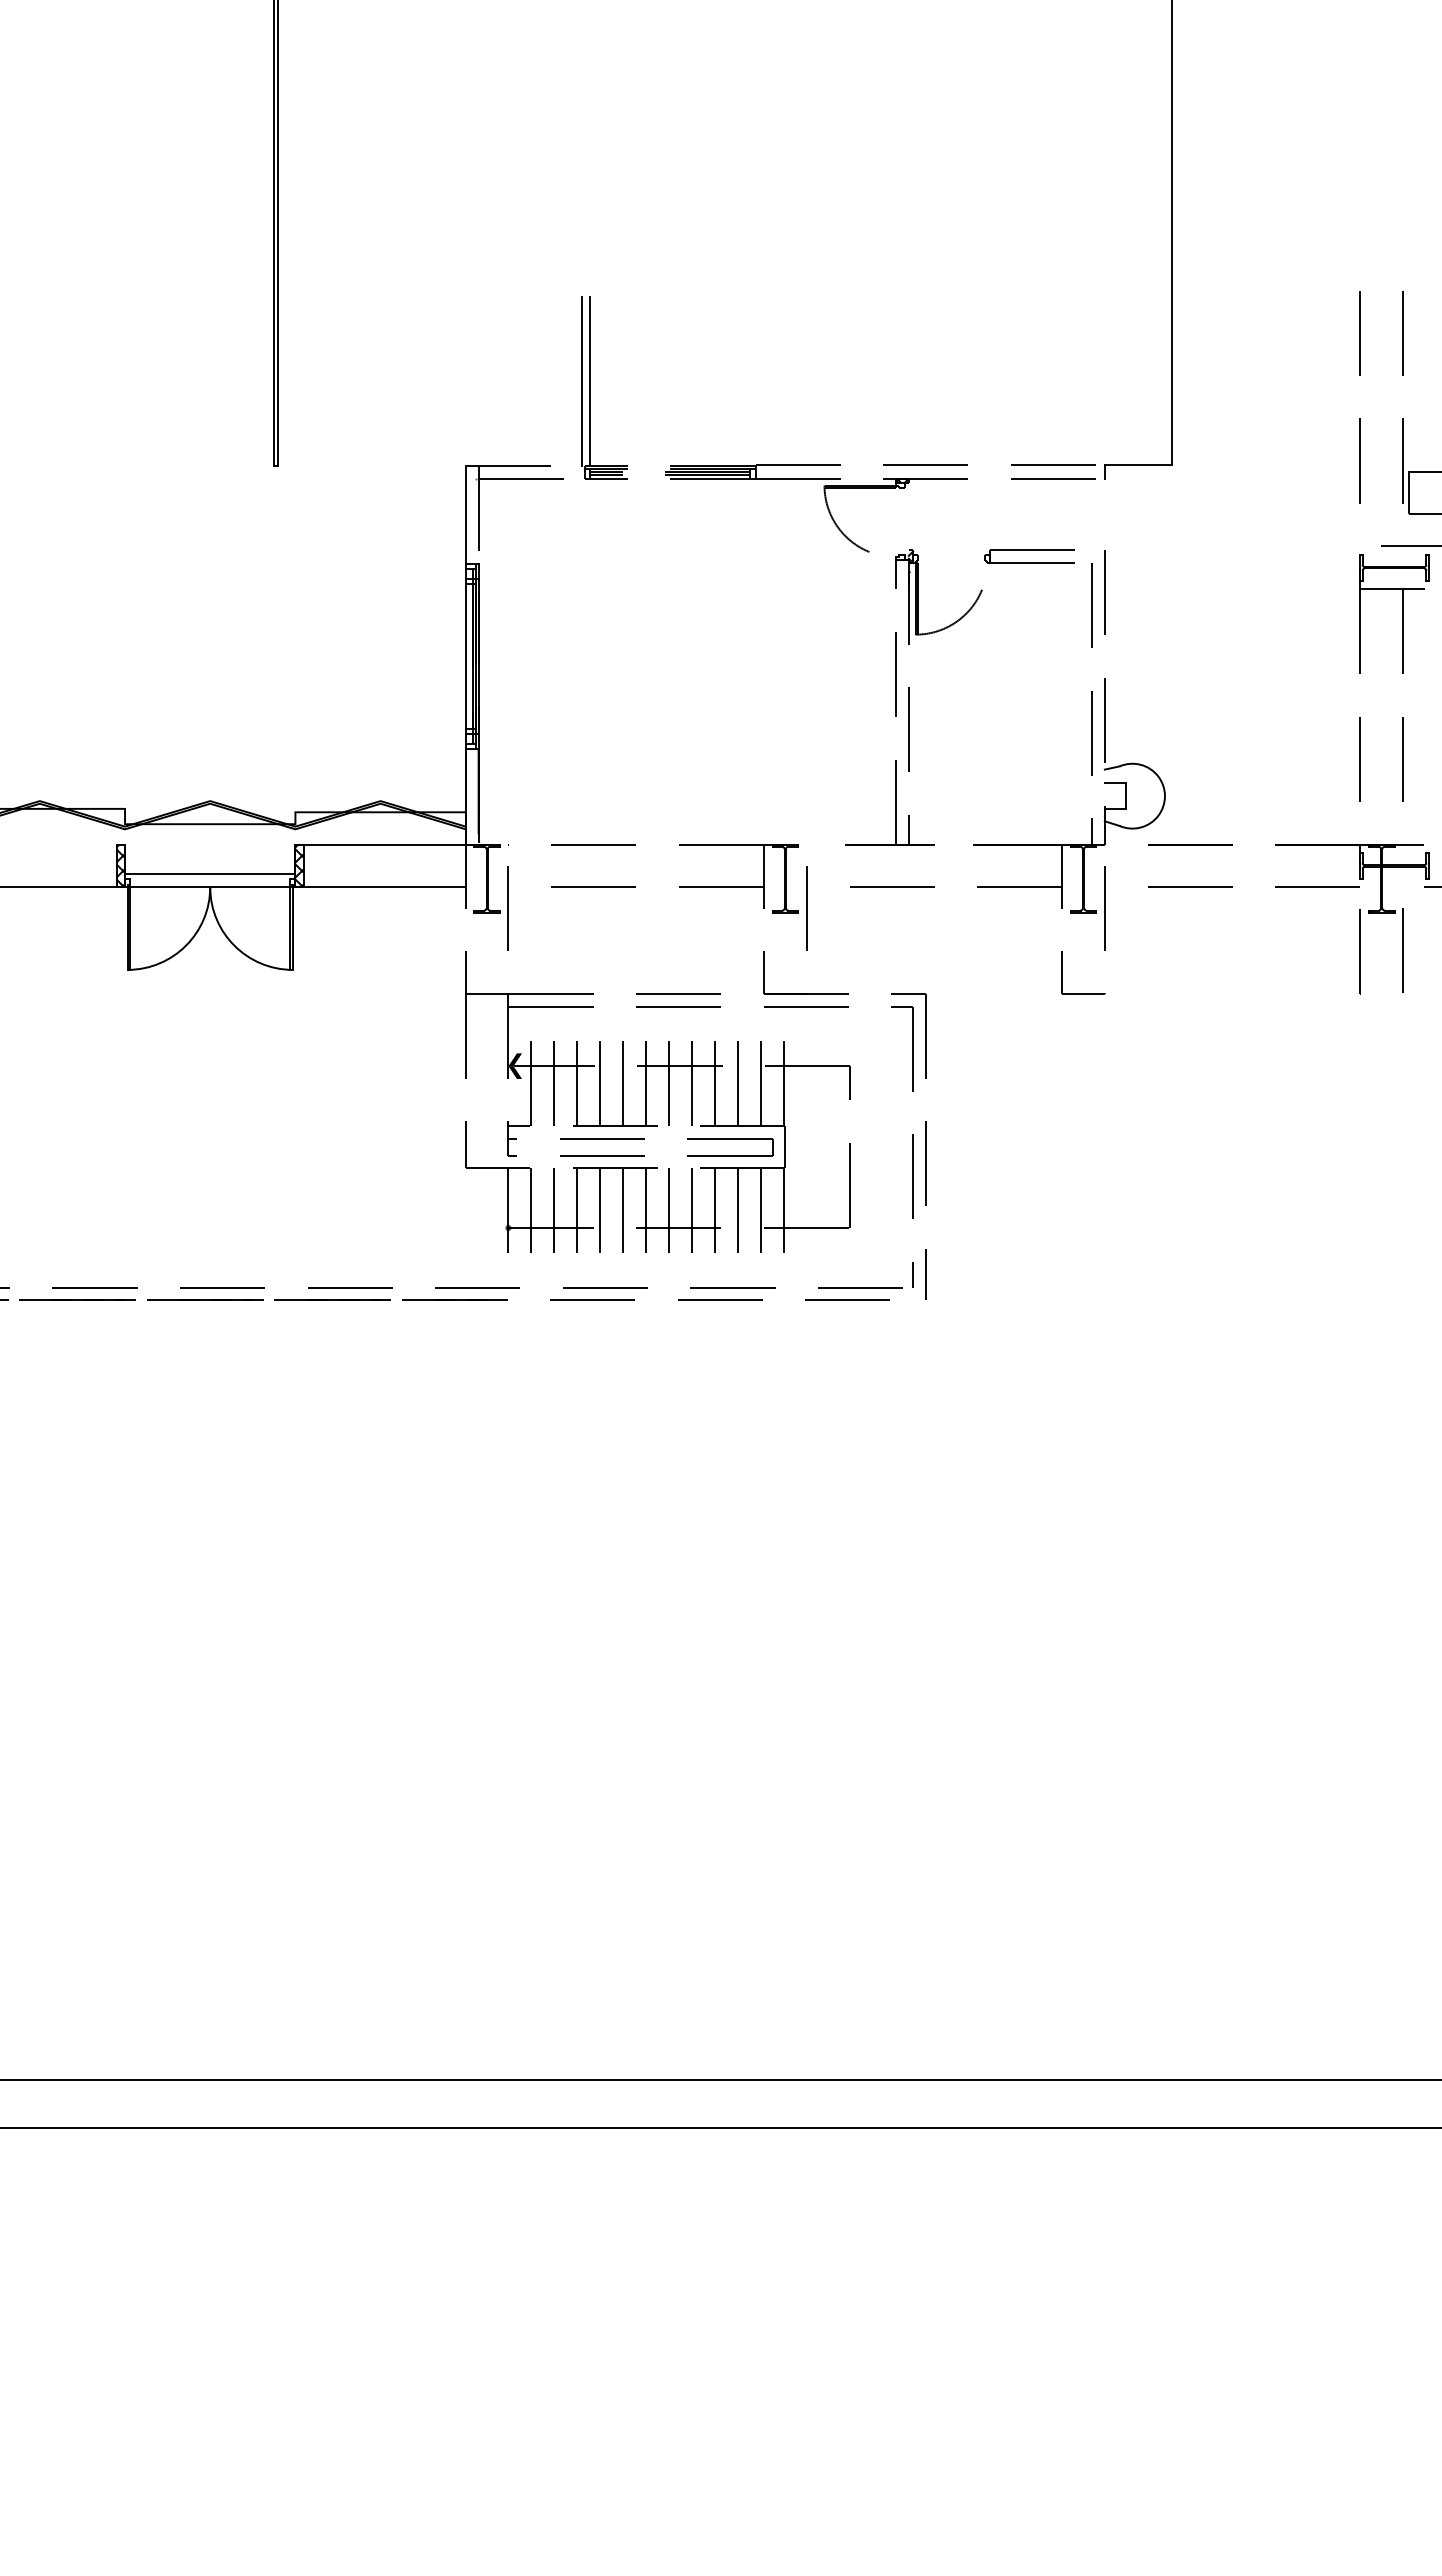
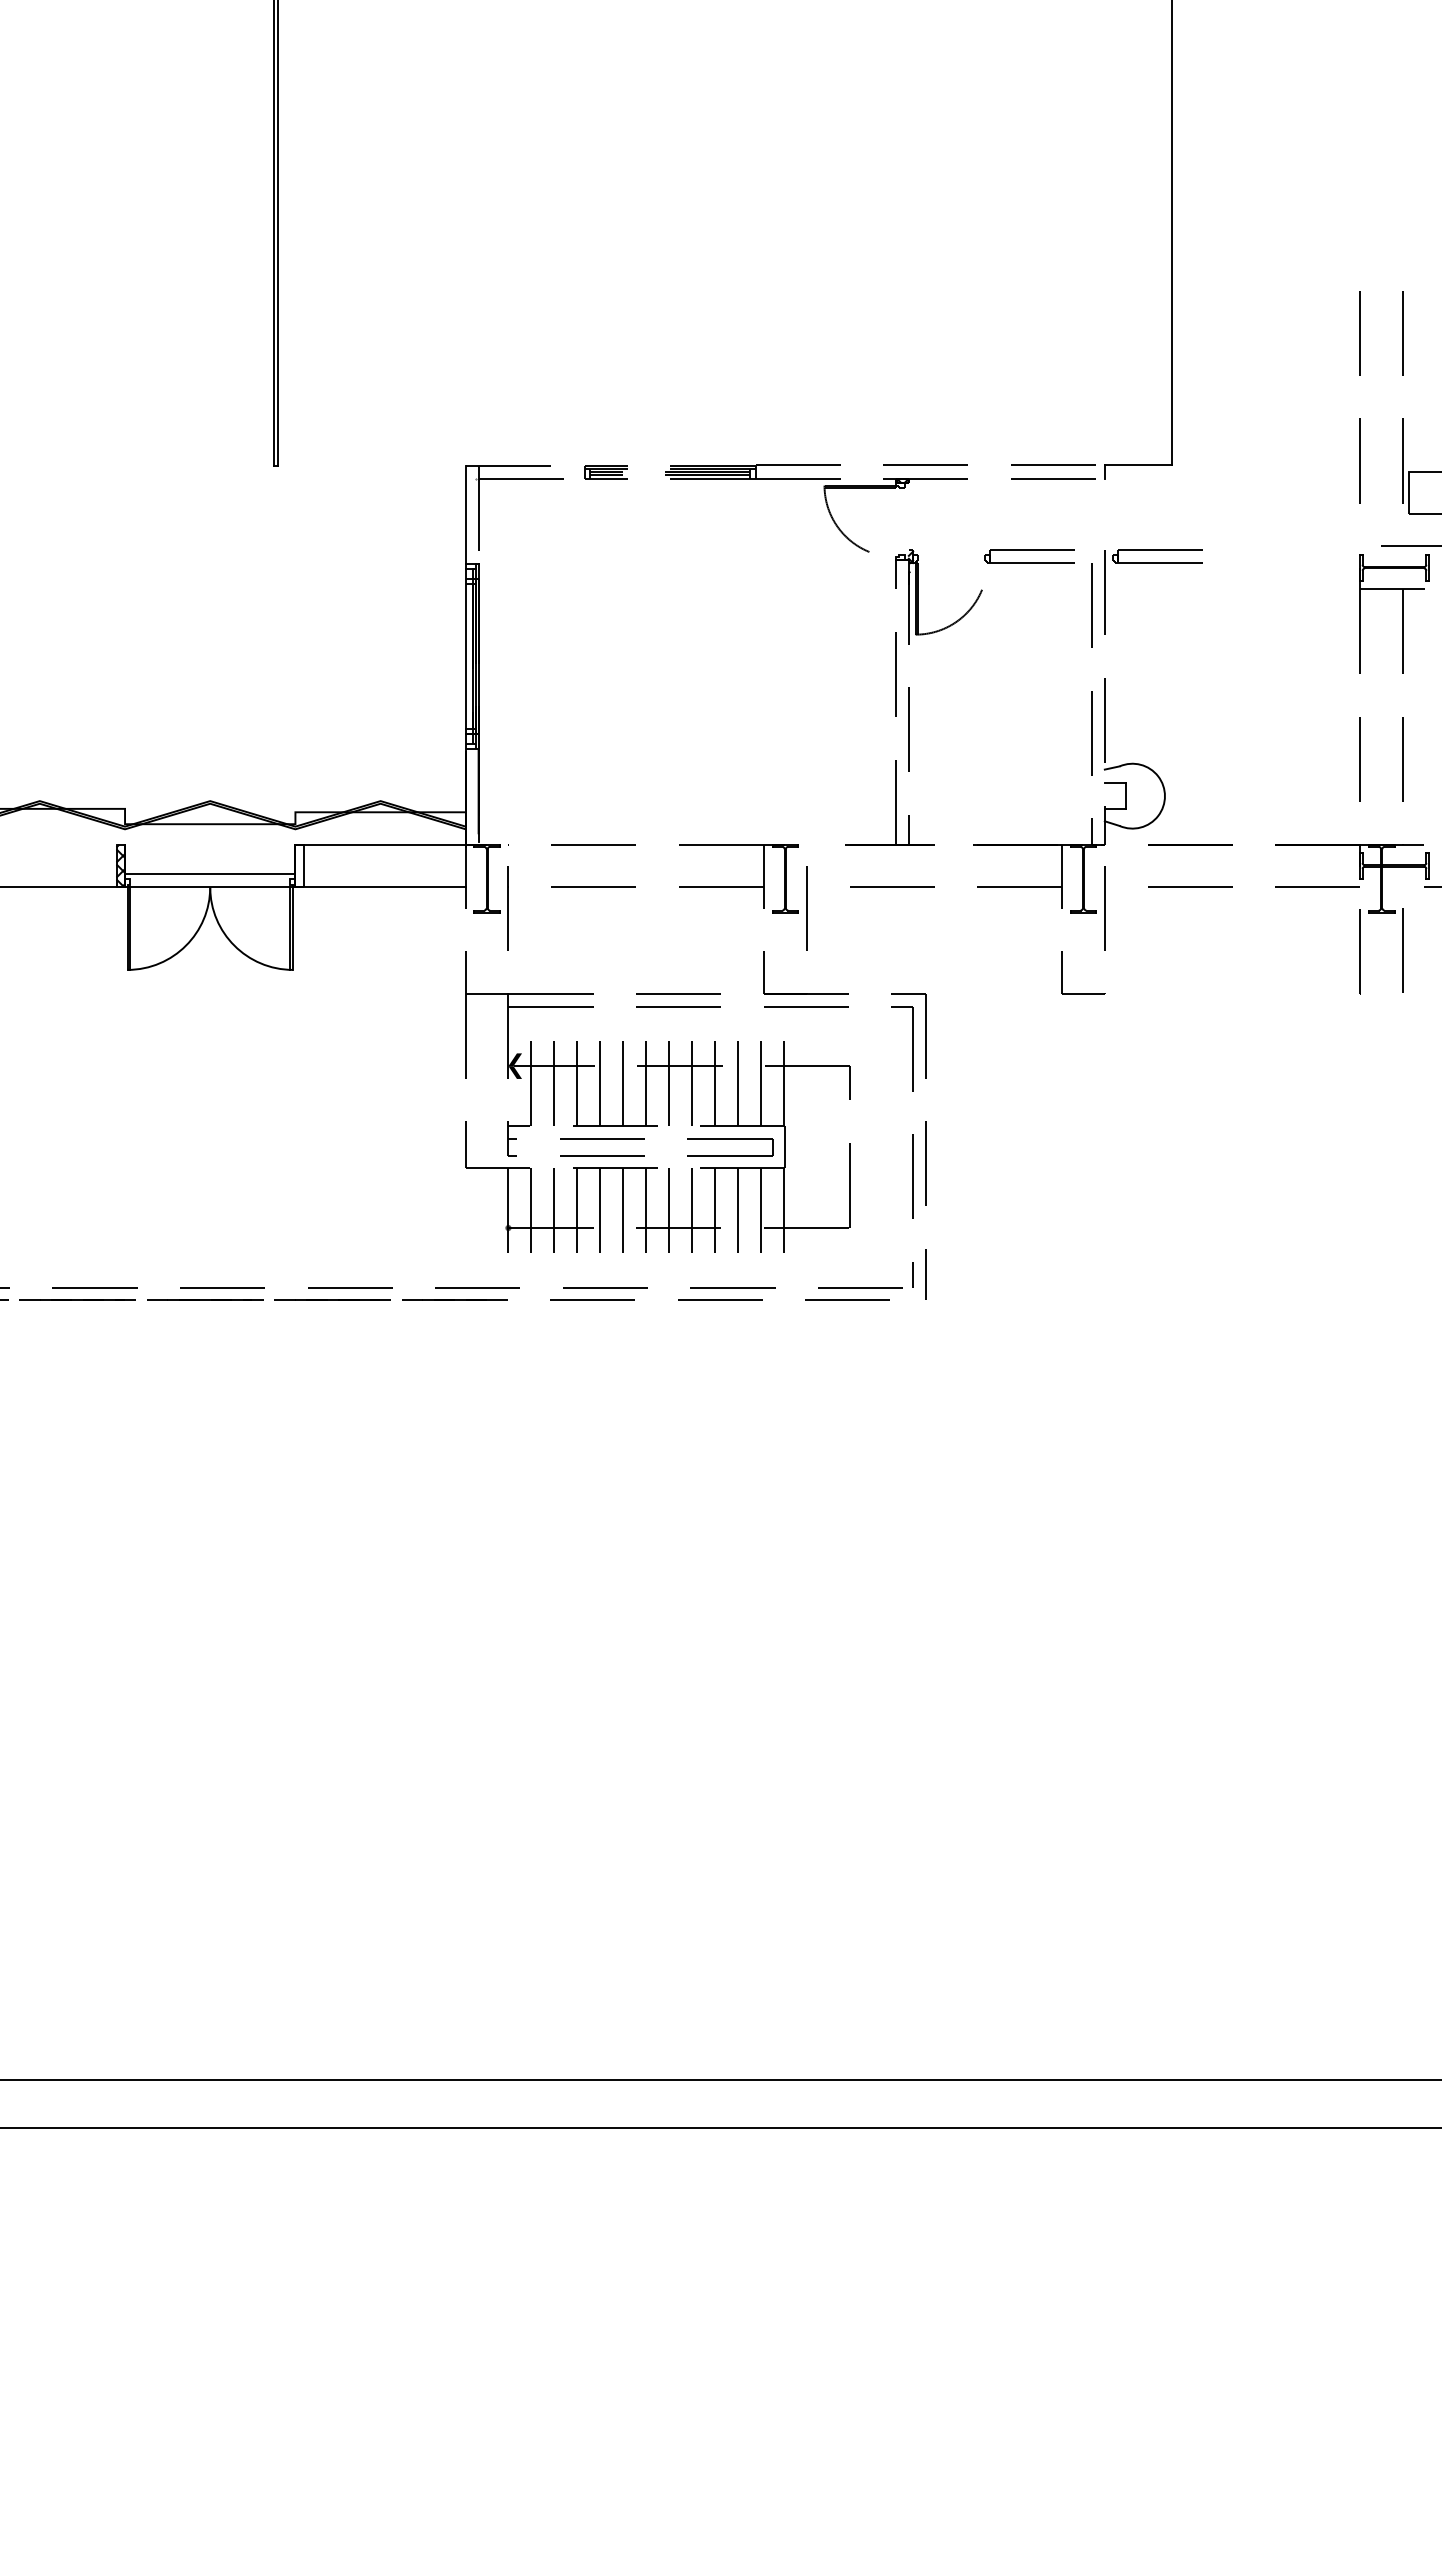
line at (581, 381): present -> none
line at (590, 381): present -> none
part at (1157, 556): none -> present
hatch at (299, 865): present -> none
